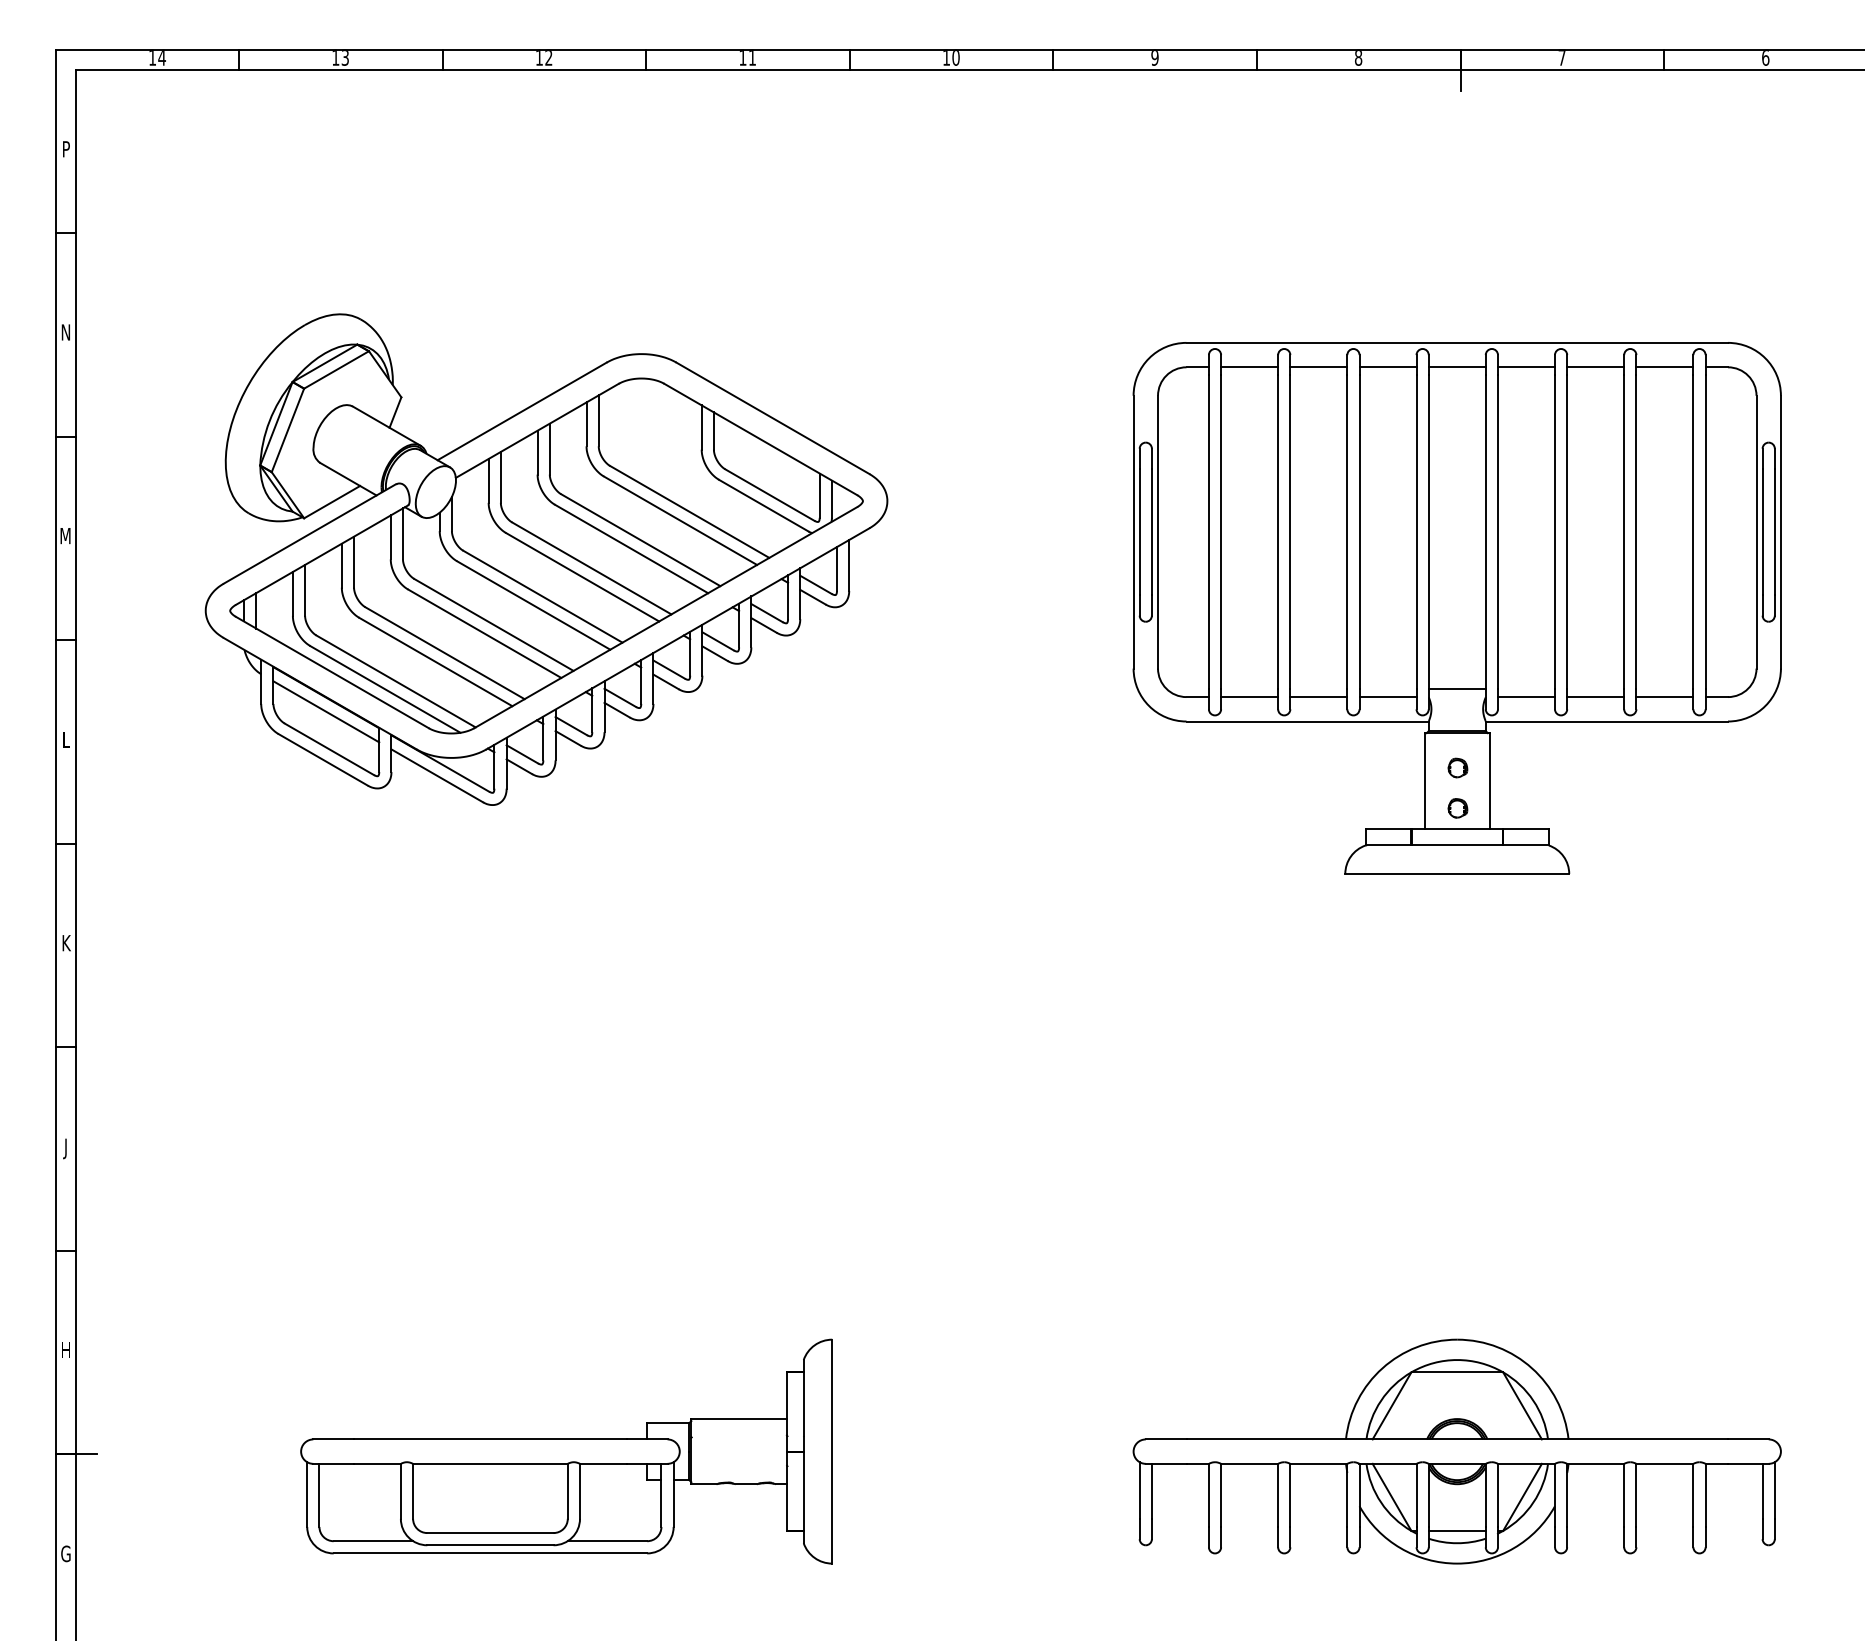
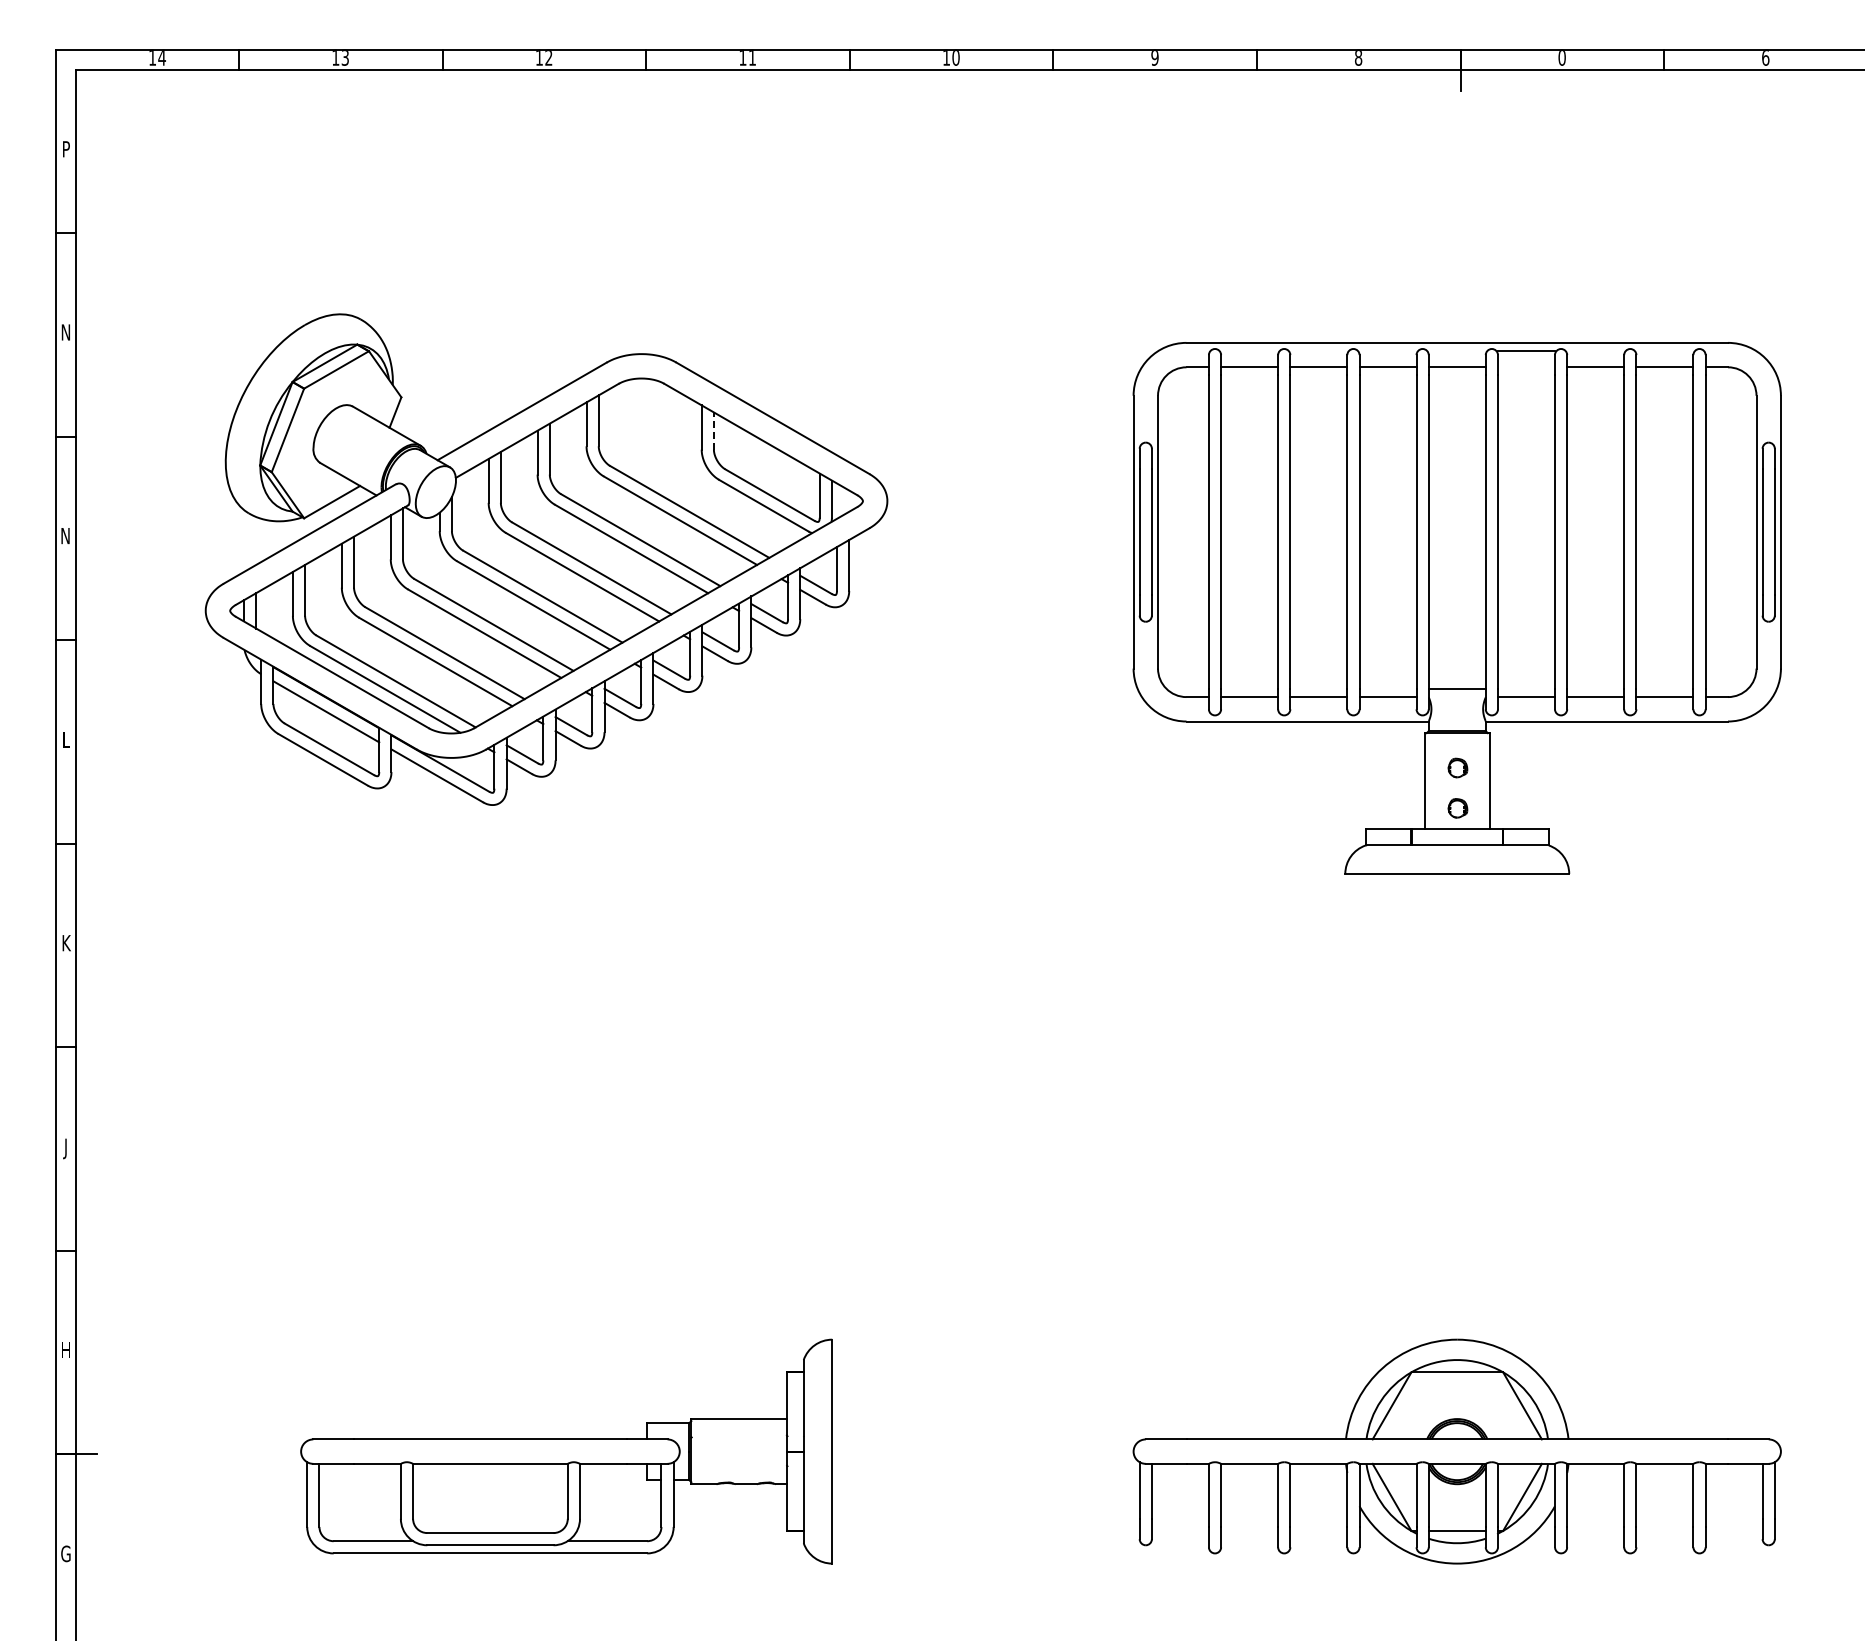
text at (1561, 58): 7 -> 0
line at (1525, 367) position: (1525, 367) -> (1525, 351)
line at (713, 431): solid -> dashed
text at (65, 536): M -> N
